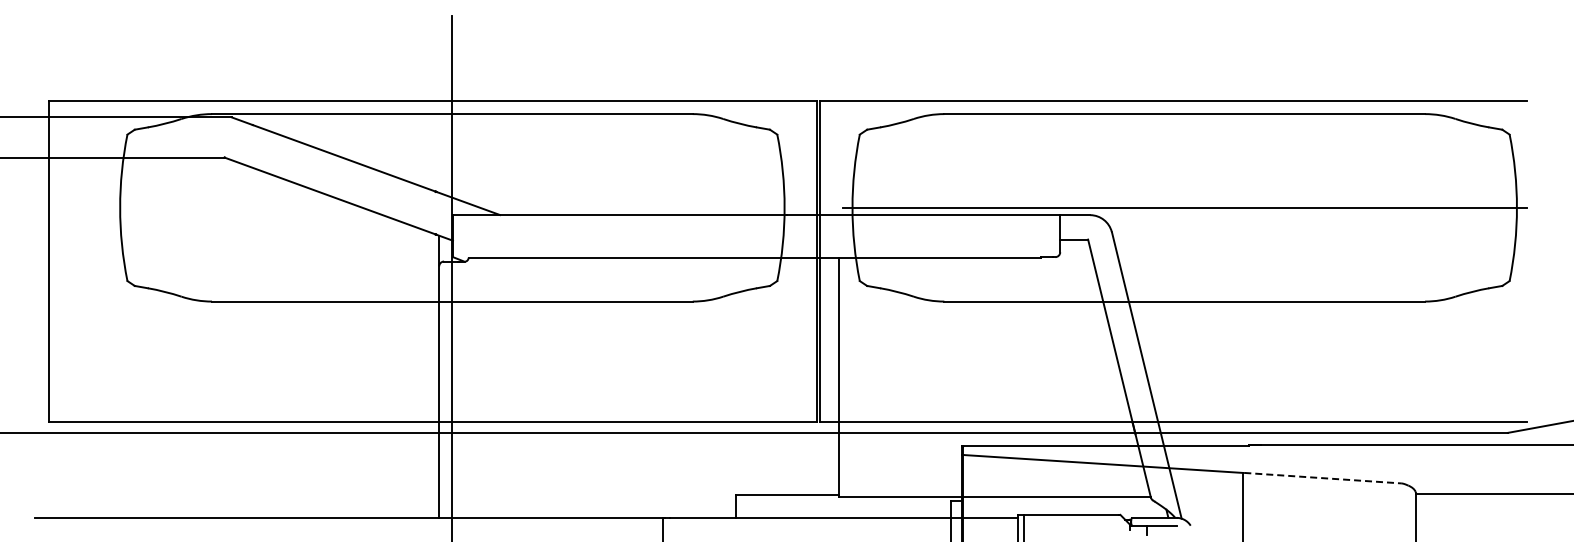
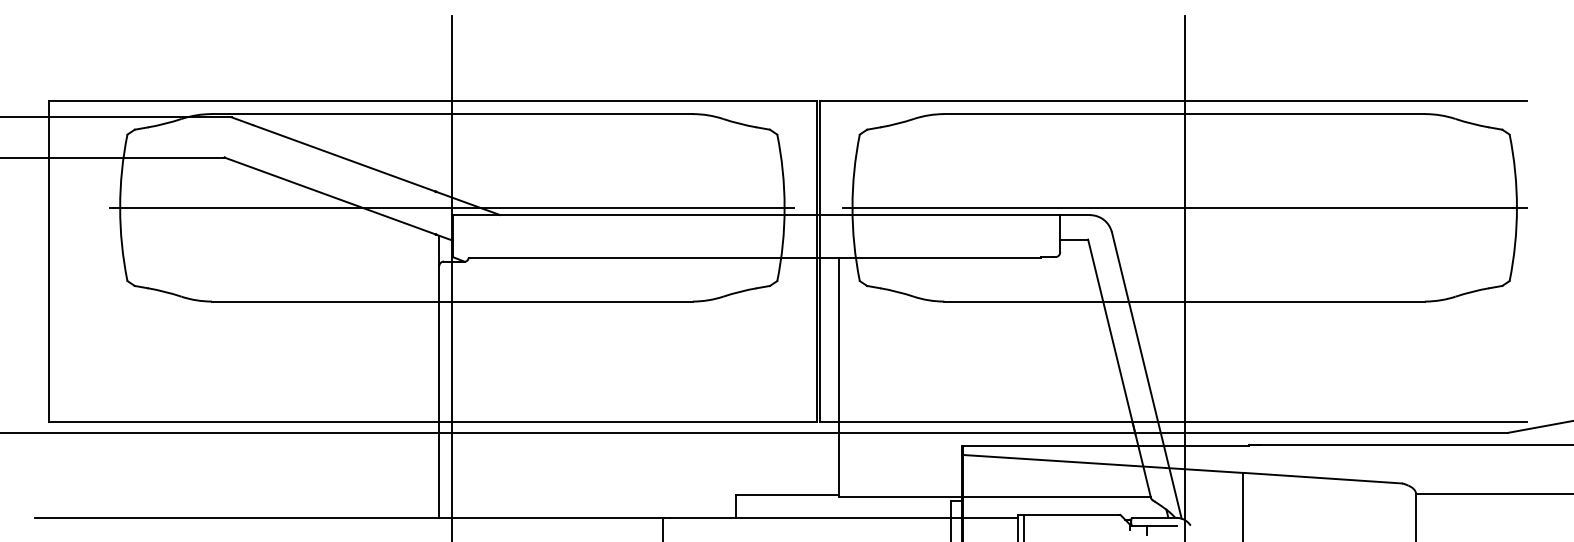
line at (452, 207): none -> present
line at (1184, 277): none -> present
line at (1323, 478): dashed -> solid
